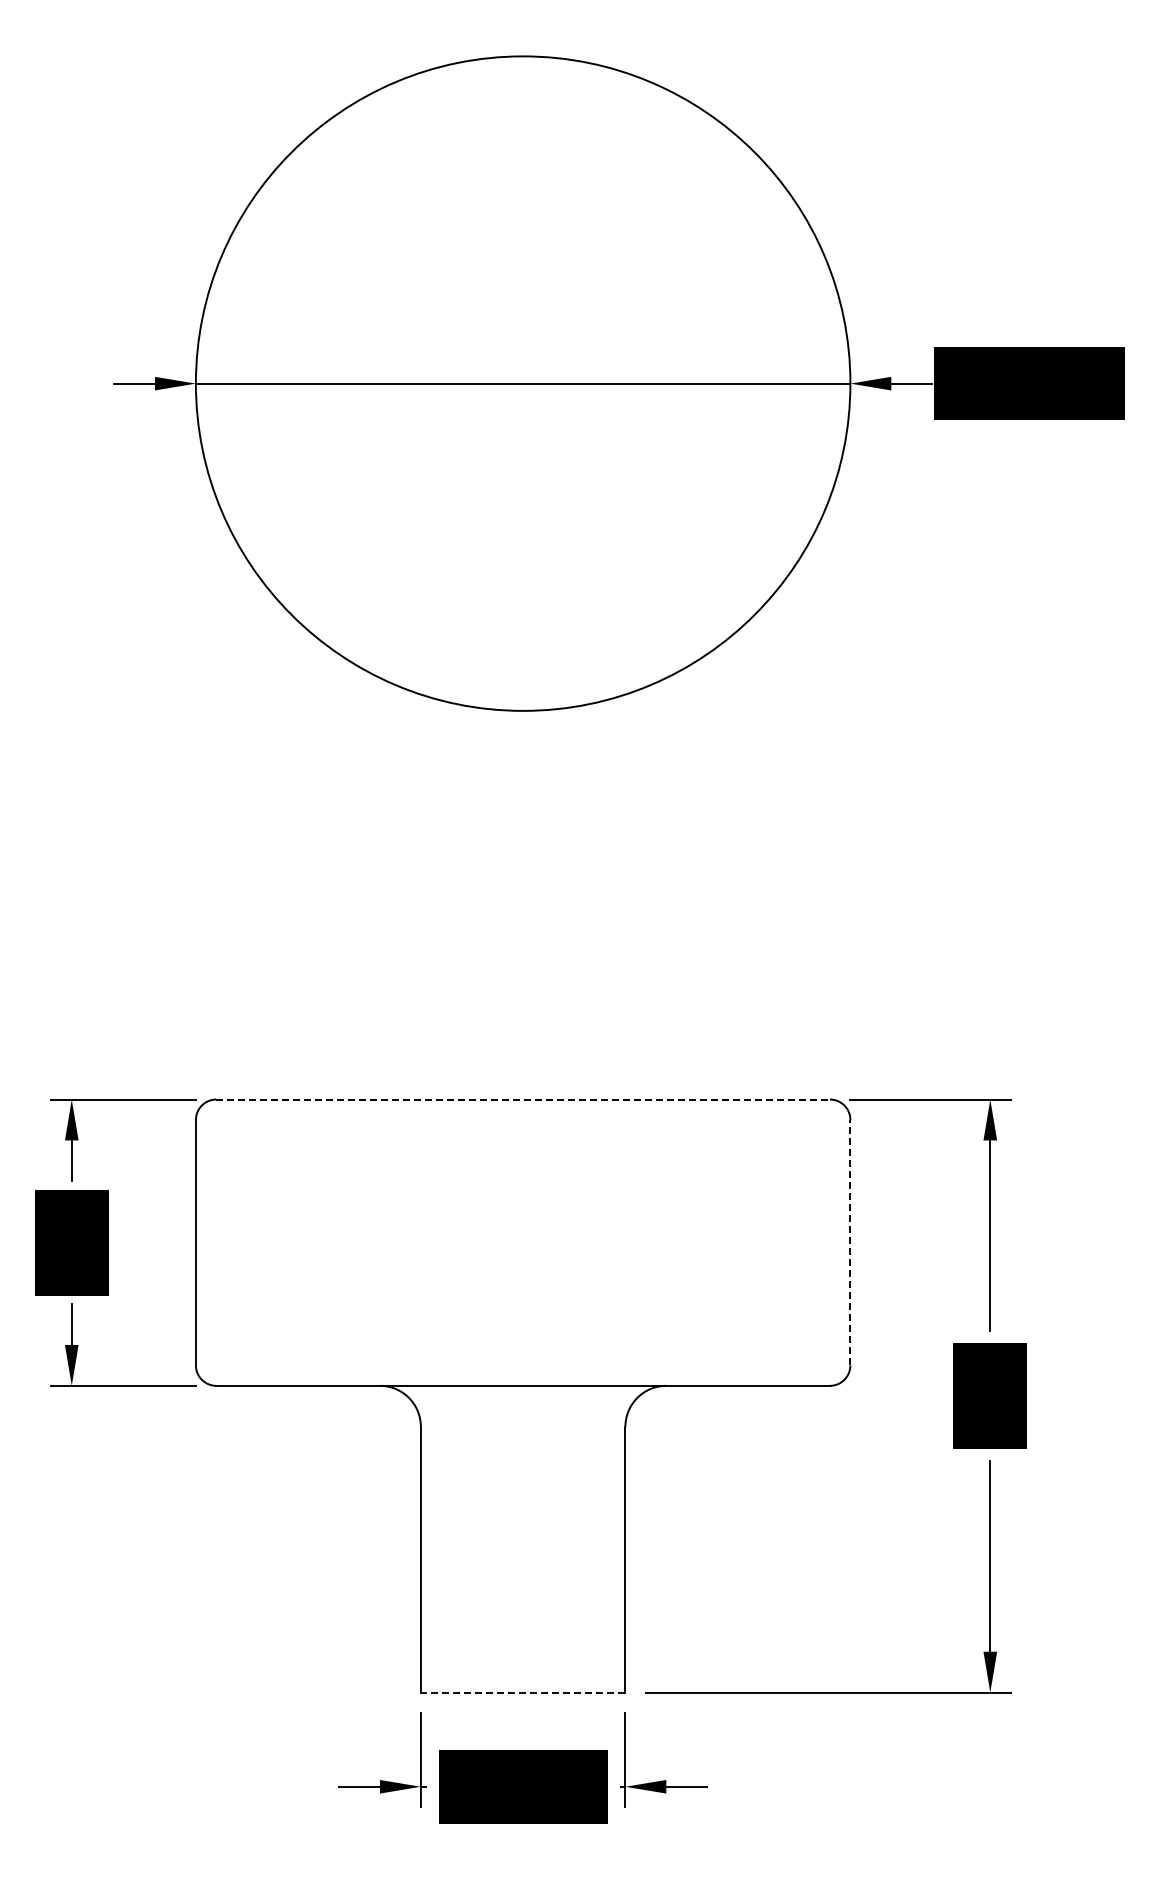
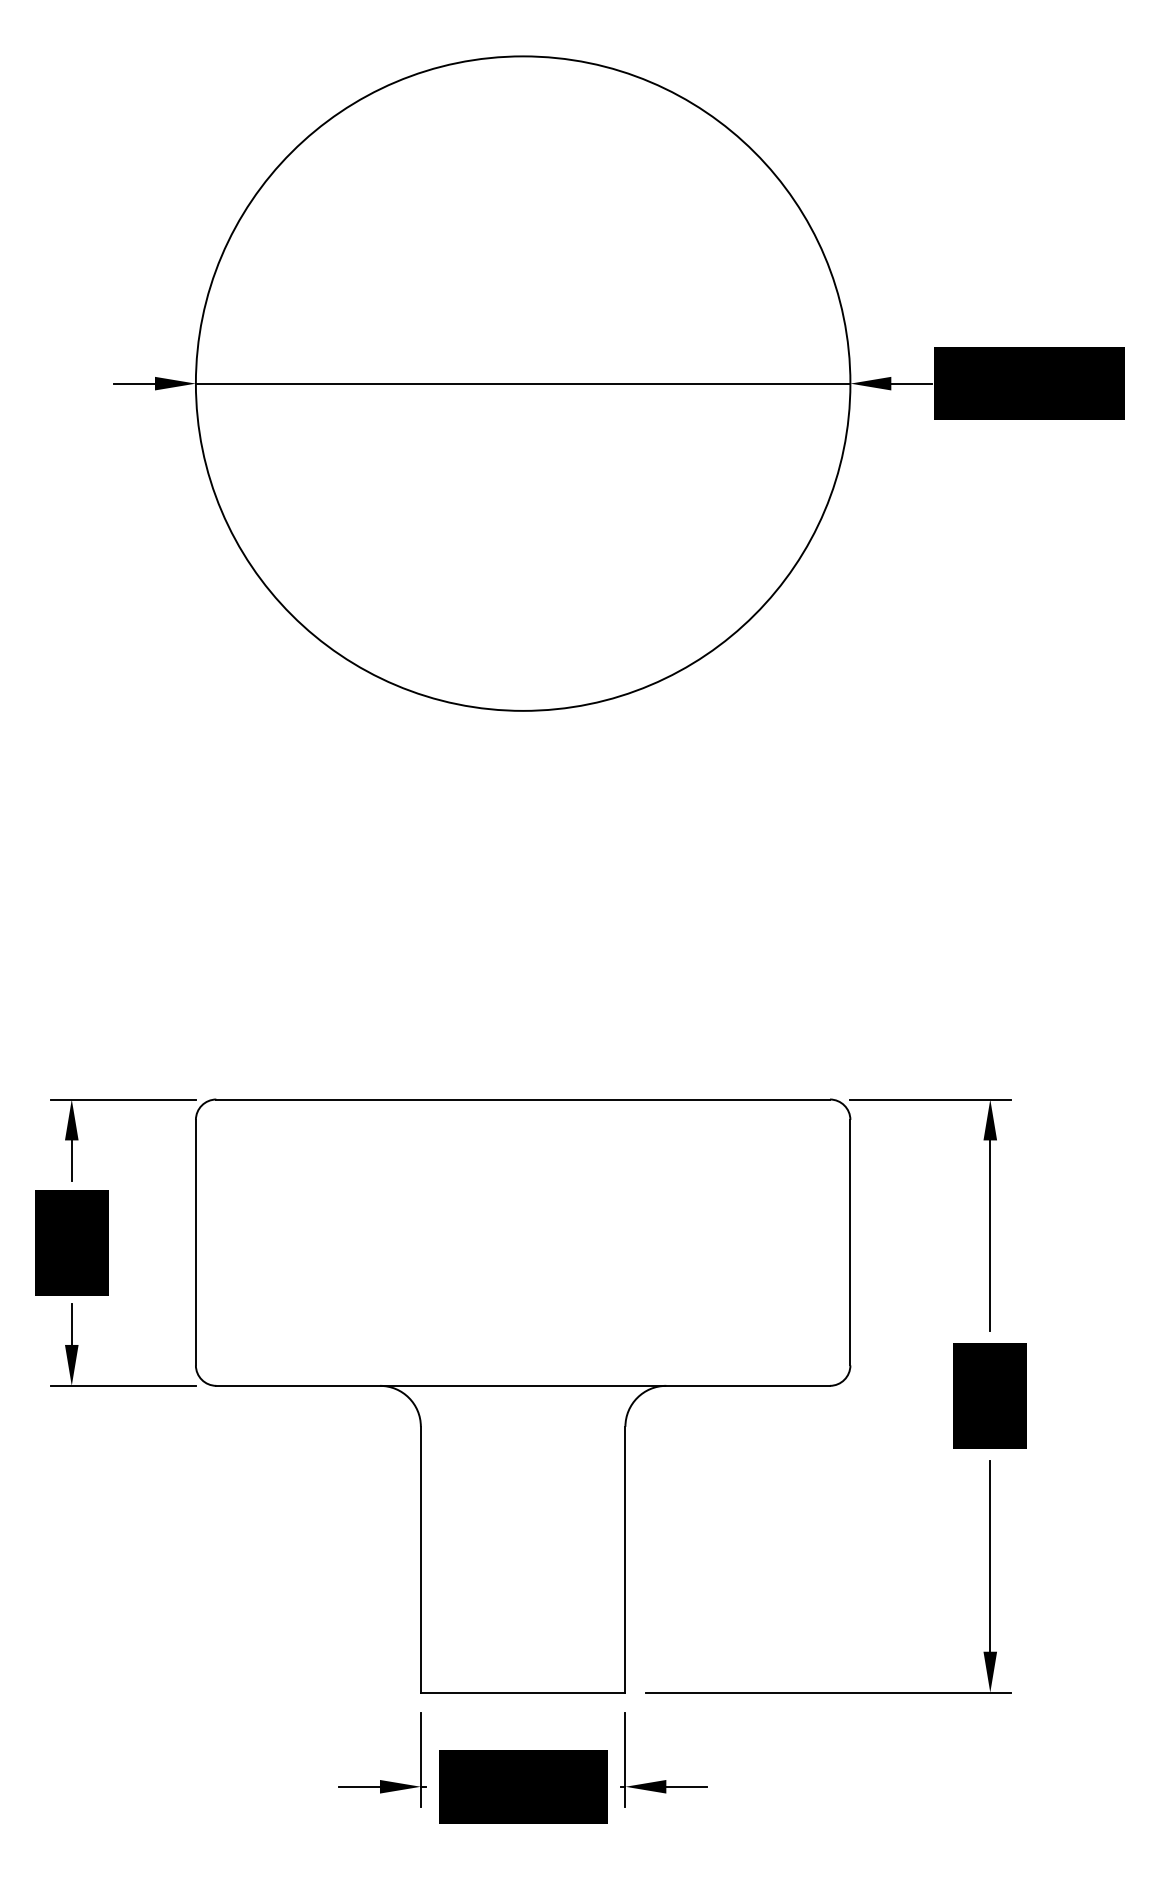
line at (523, 1099): dashed -> solid
line at (850, 1242): dashed -> solid
line at (522, 1692): dashed -> solid
